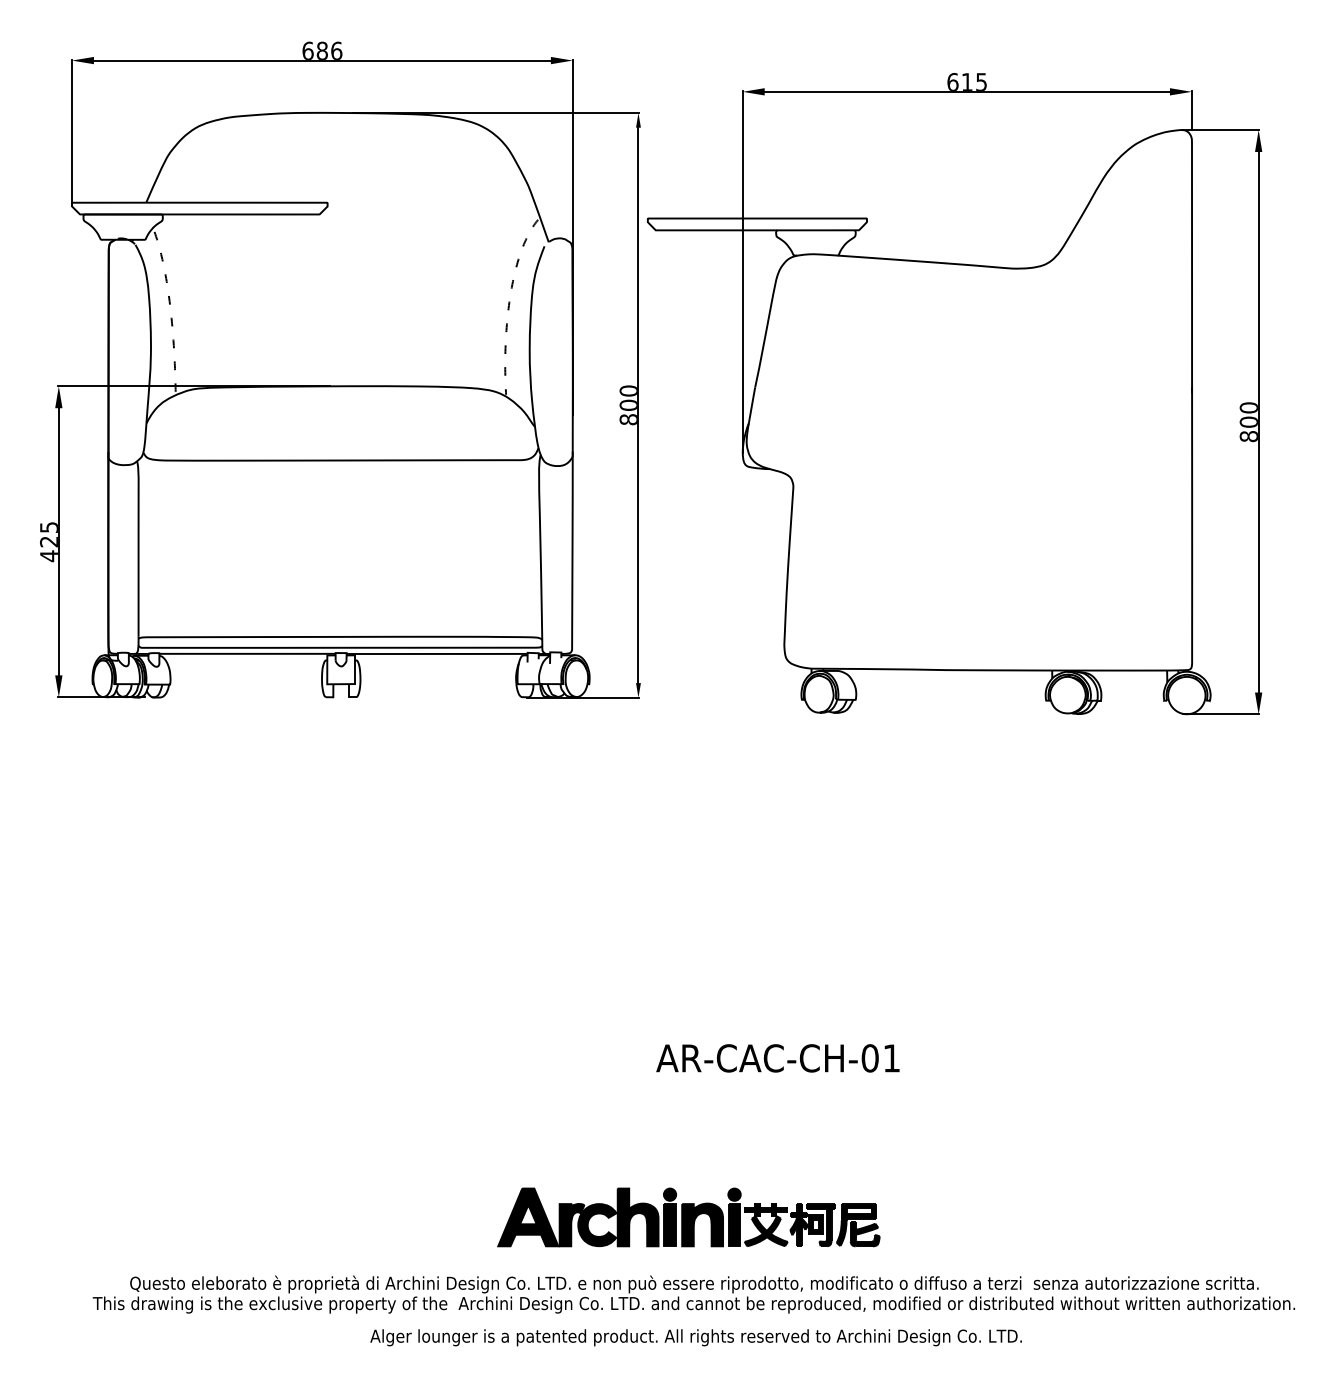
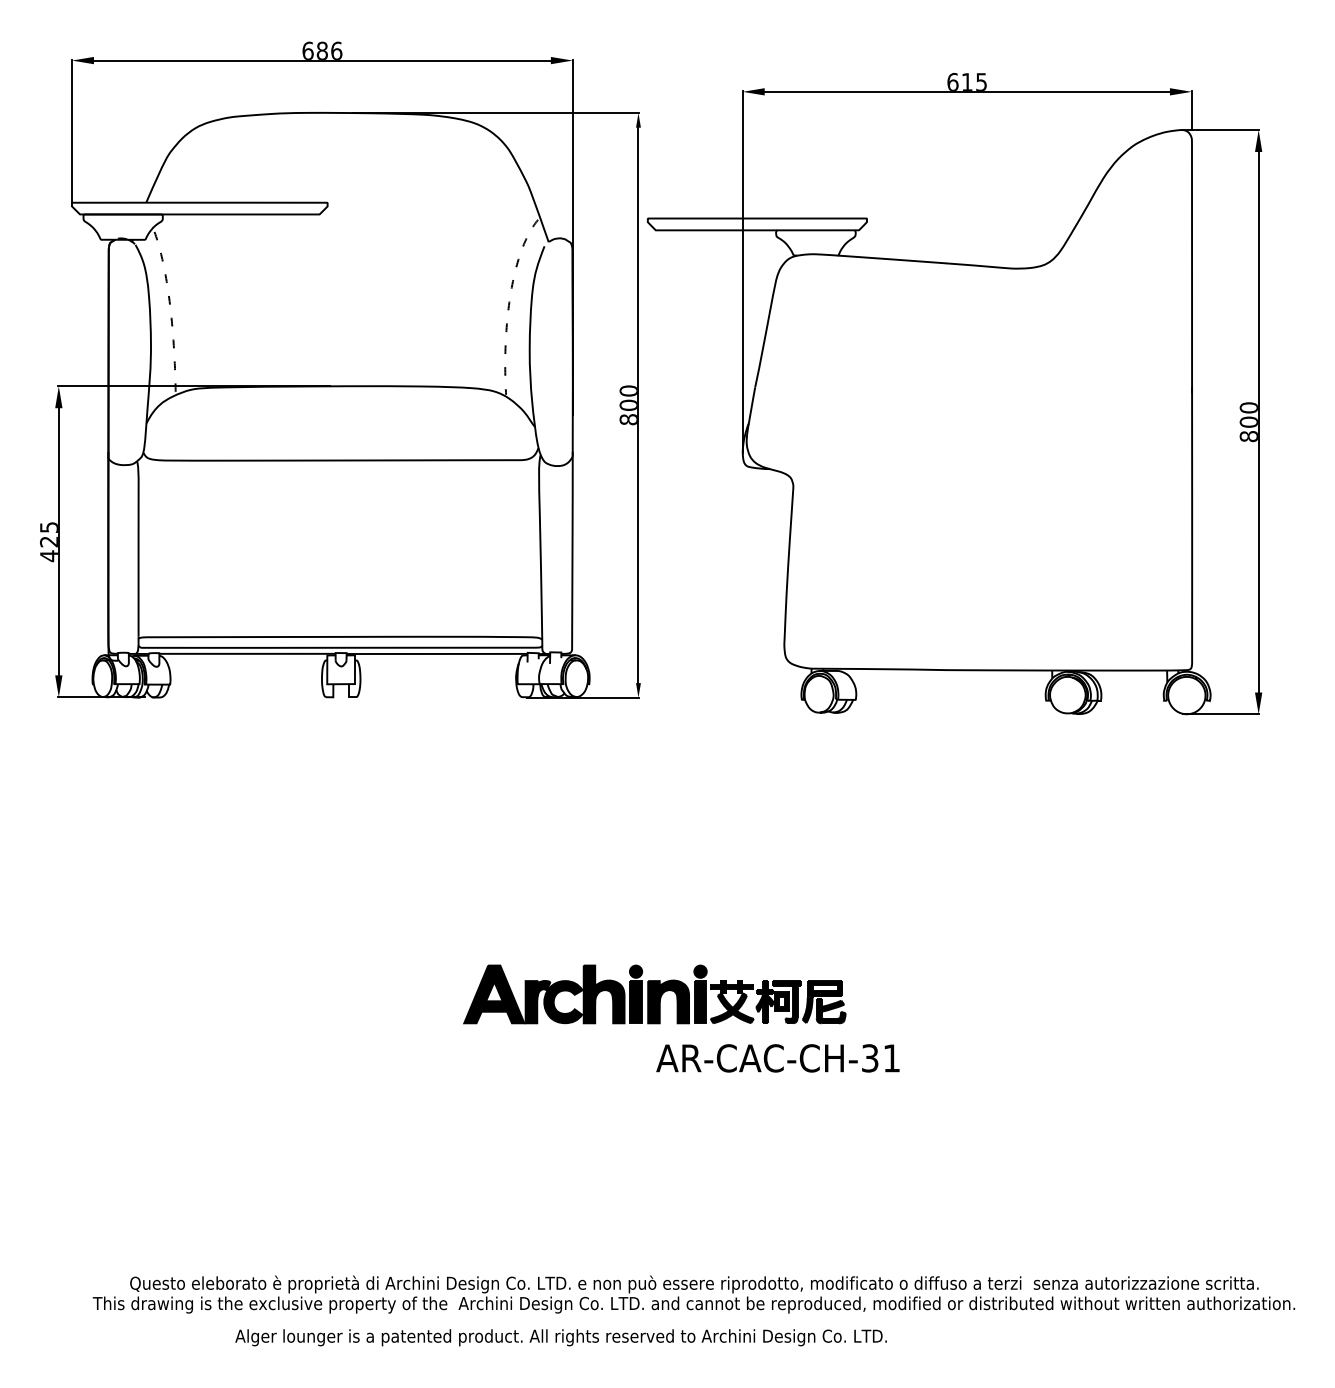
text at (869, 1058): AR-CAC-CH-01 -> AR-CAC-CH-31
part at (688, 1217) position: (688, 1217) -> (654, 994)
text at (695, 1337) position: (695, 1337) -> (560, 1337)
